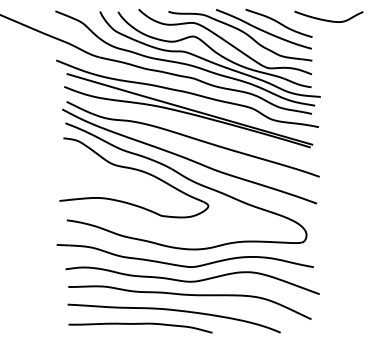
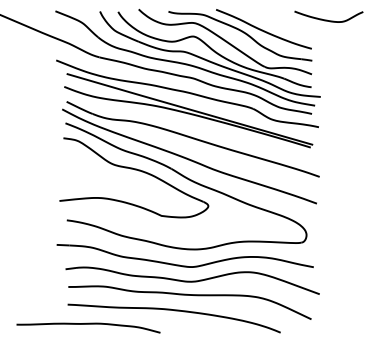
curve at (278, 22): present -> none
curve at (140, 324) position: (140, 324) -> (88, 324)
